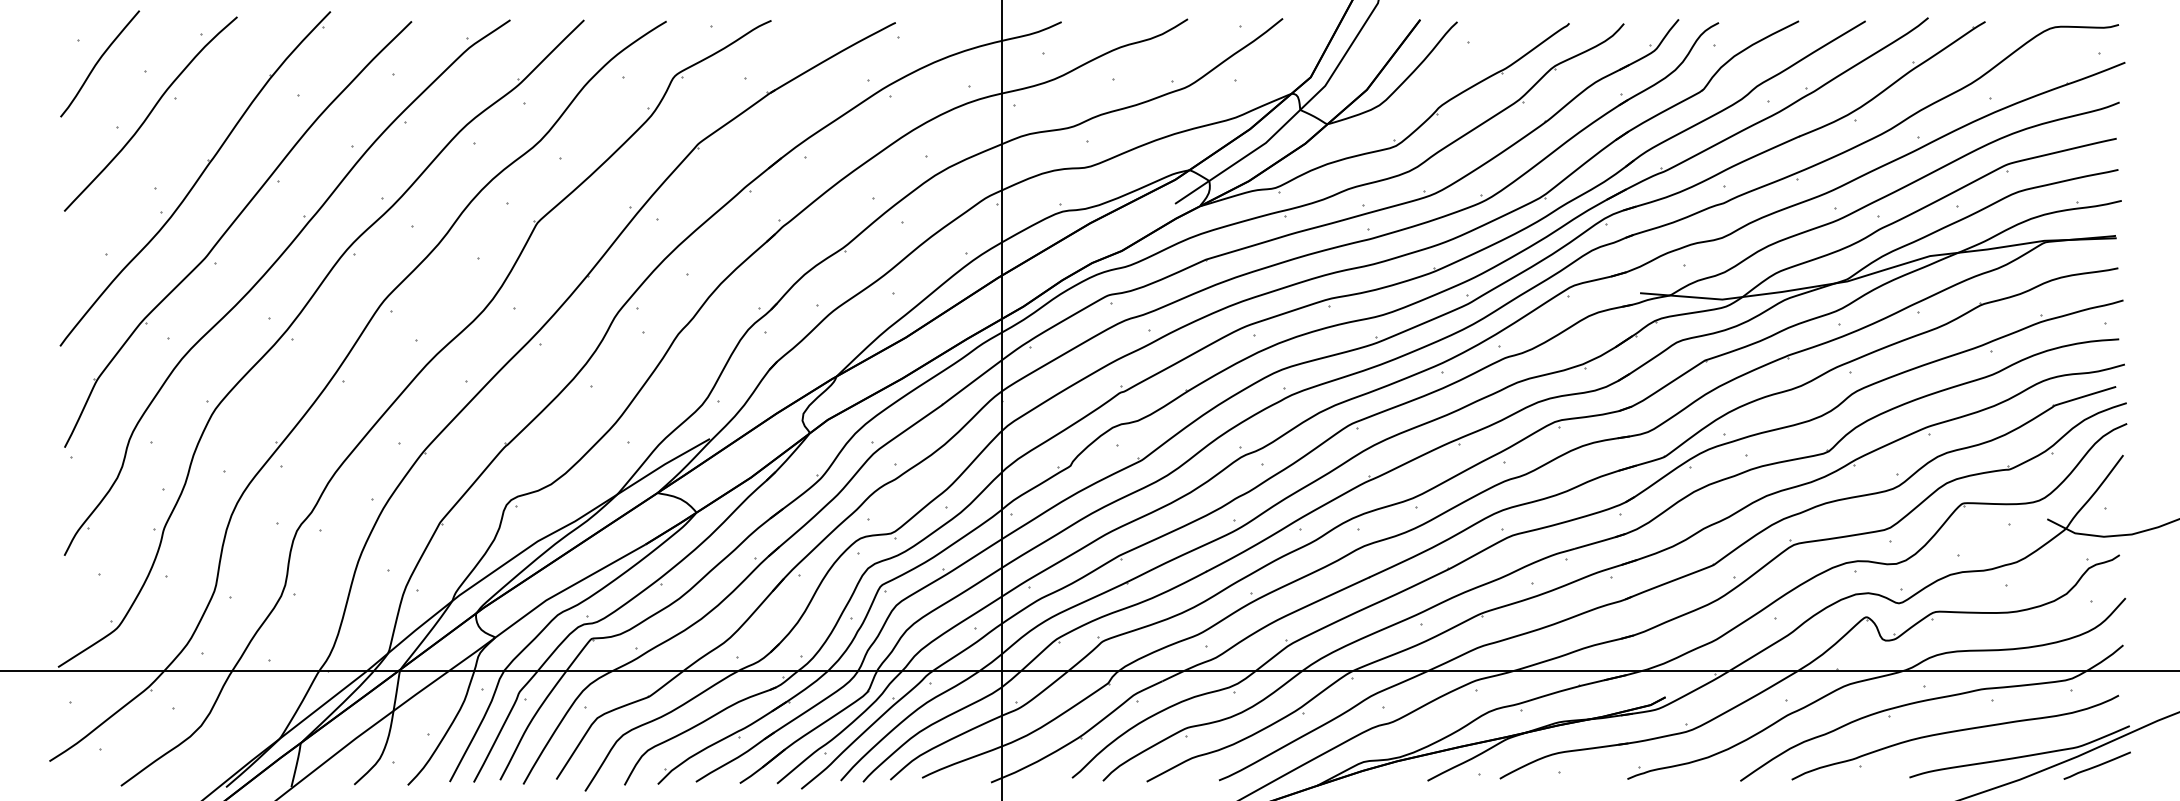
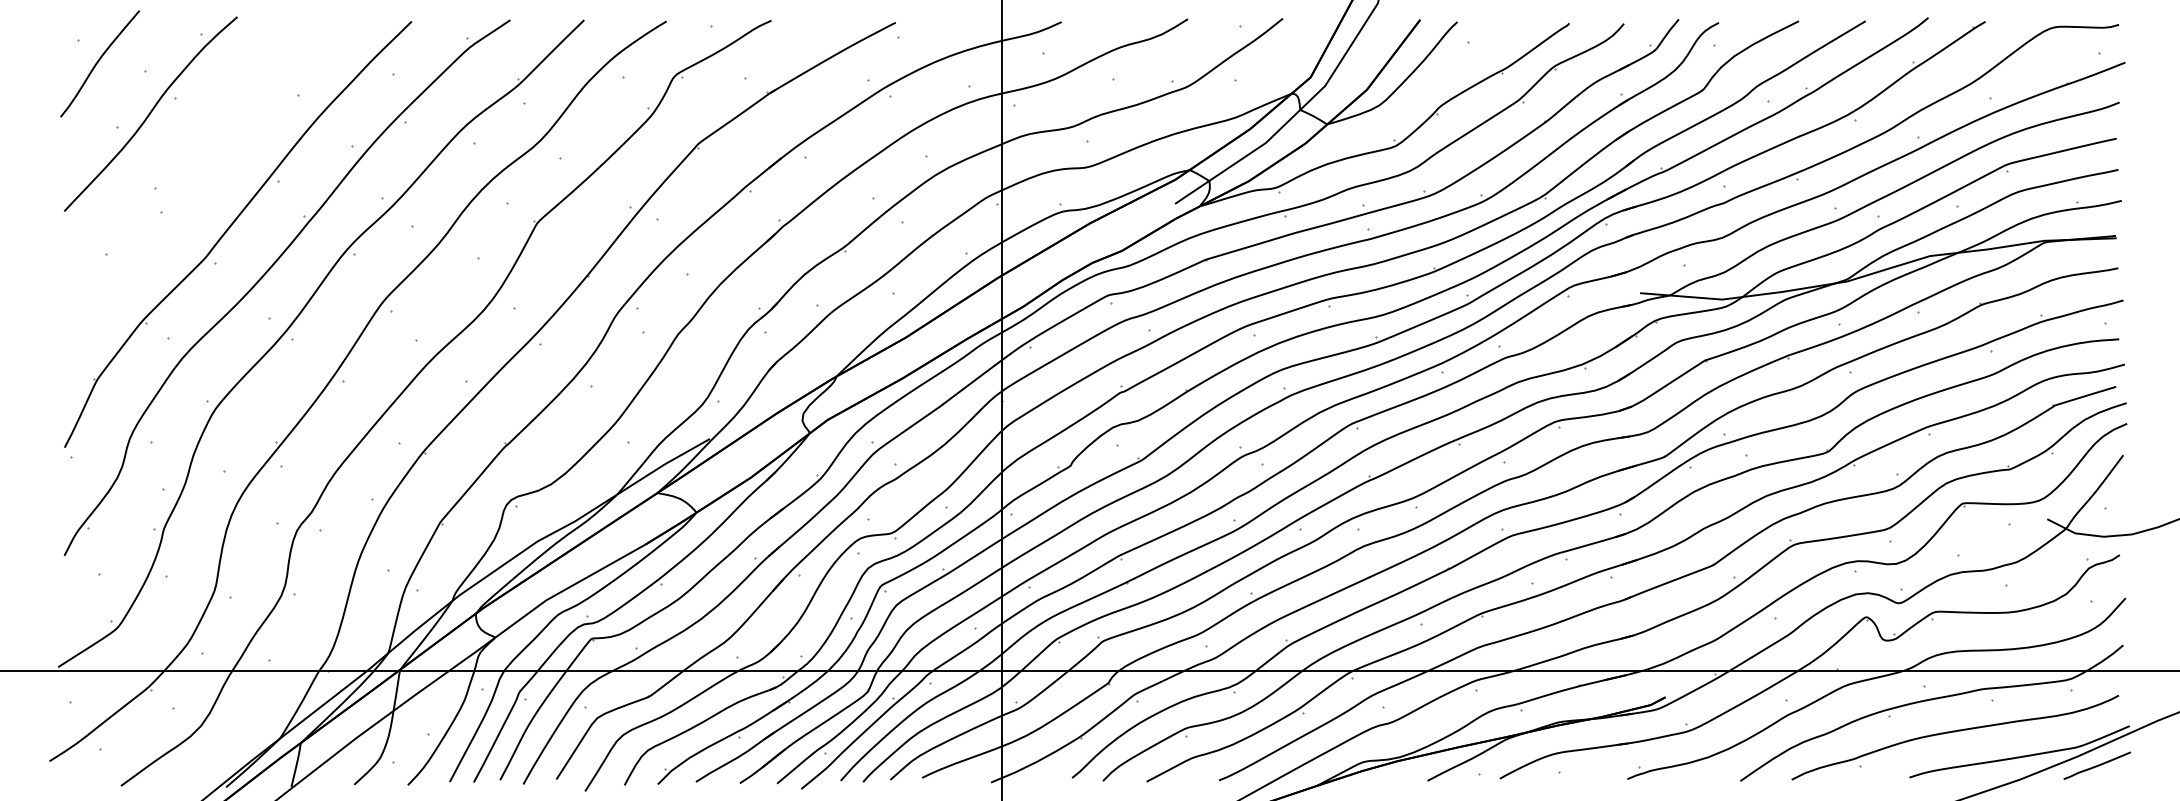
part at (195, 178): present -> none
